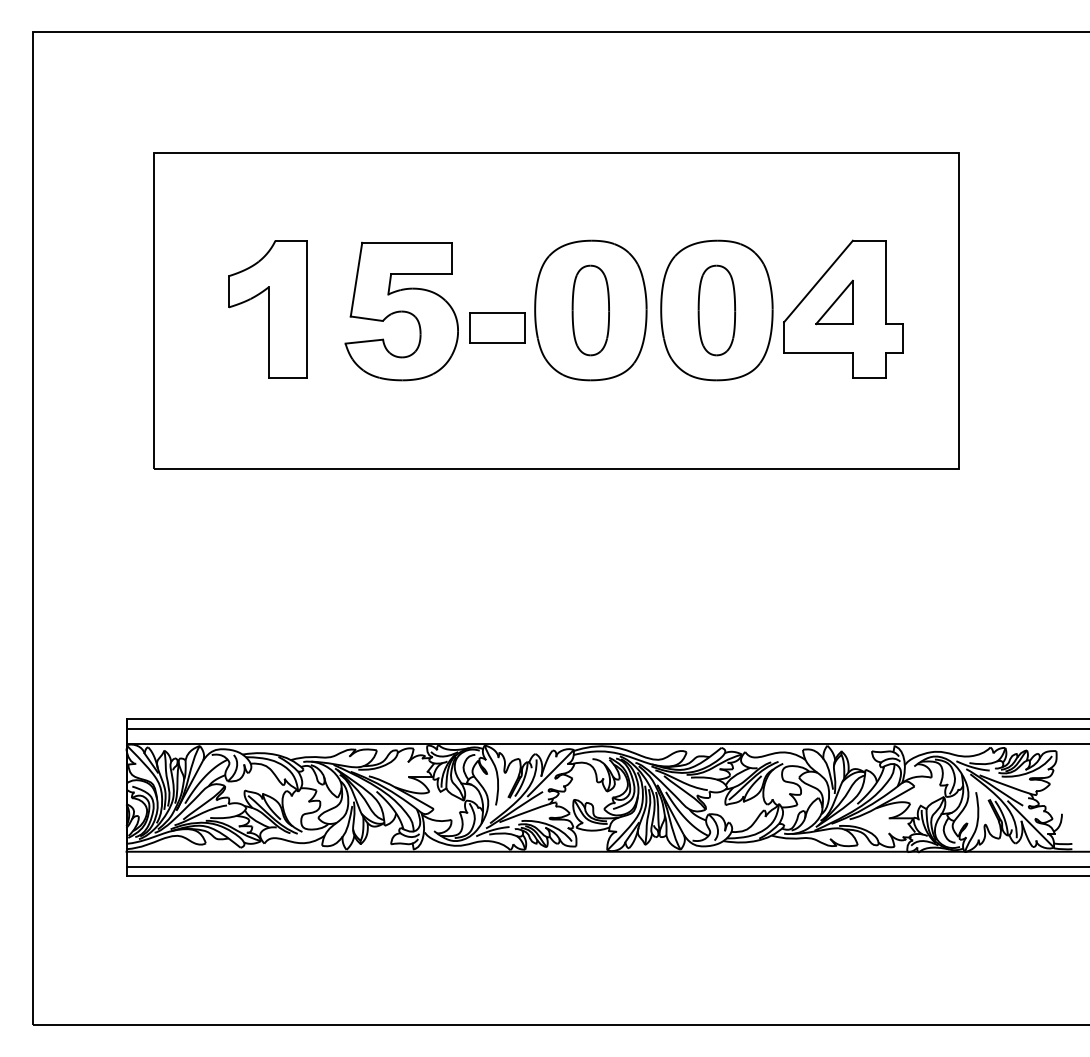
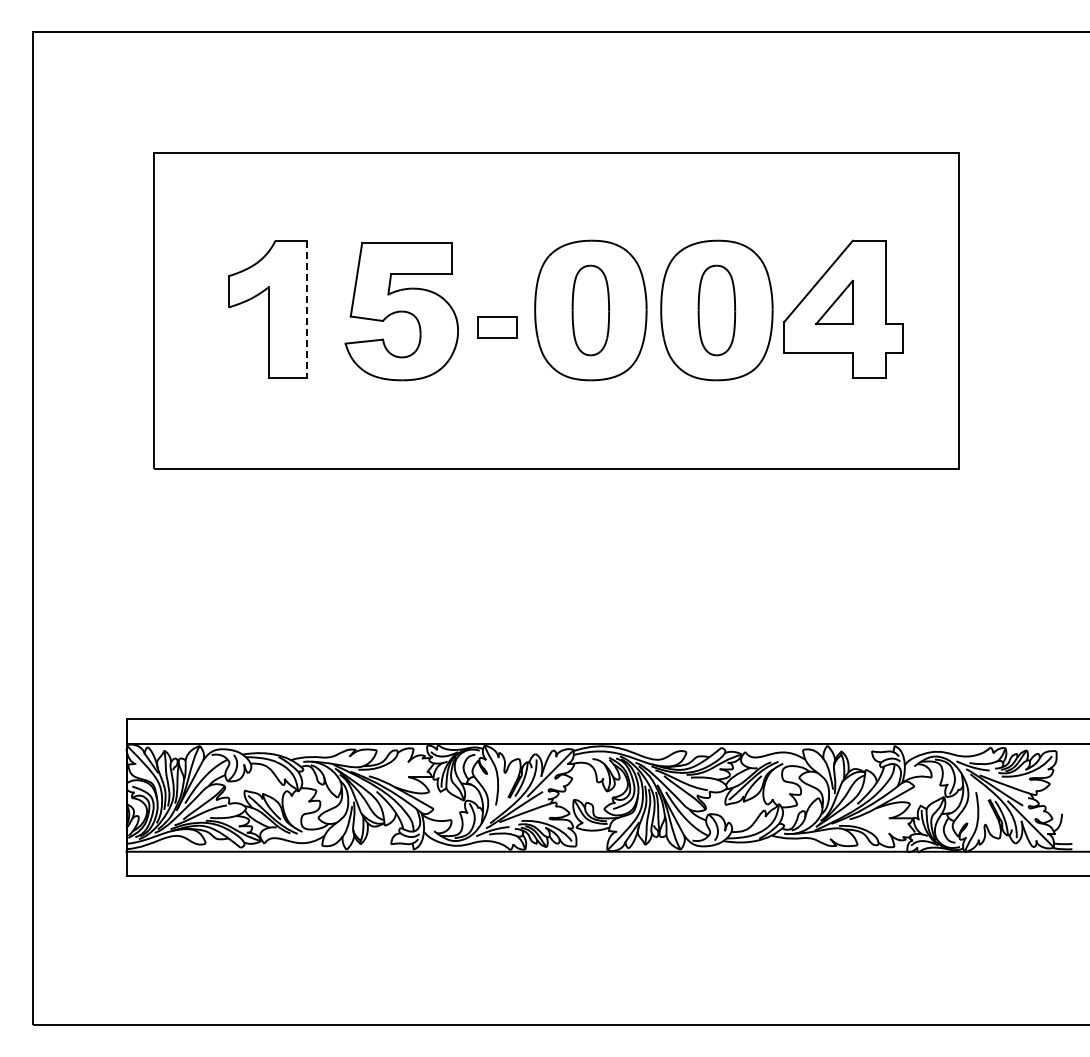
line at (307, 309): solid -> dashed
part at (497, 327) size: 57x32 px -> 41x23 px
line at (606, 729): present -> none
line at (606, 866): present -> none
